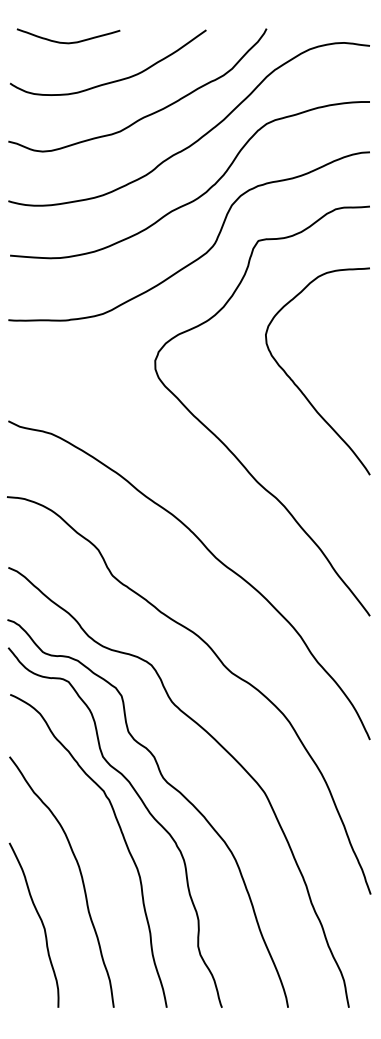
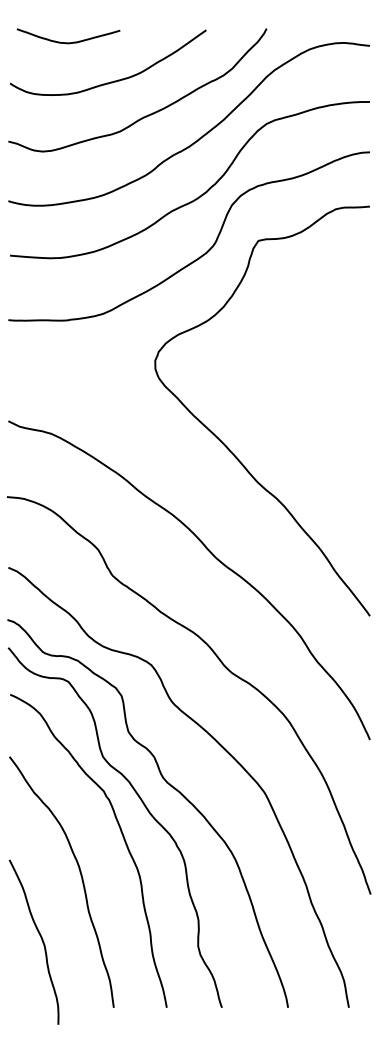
curve at (299, 387): present -> none
curve at (40, 920) position: (40, 920) -> (40, 937)
